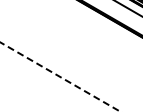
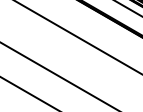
line at (78, 37): none -> present
line at (60, 76): dashed -> solid
line at (28, 92): none -> present
